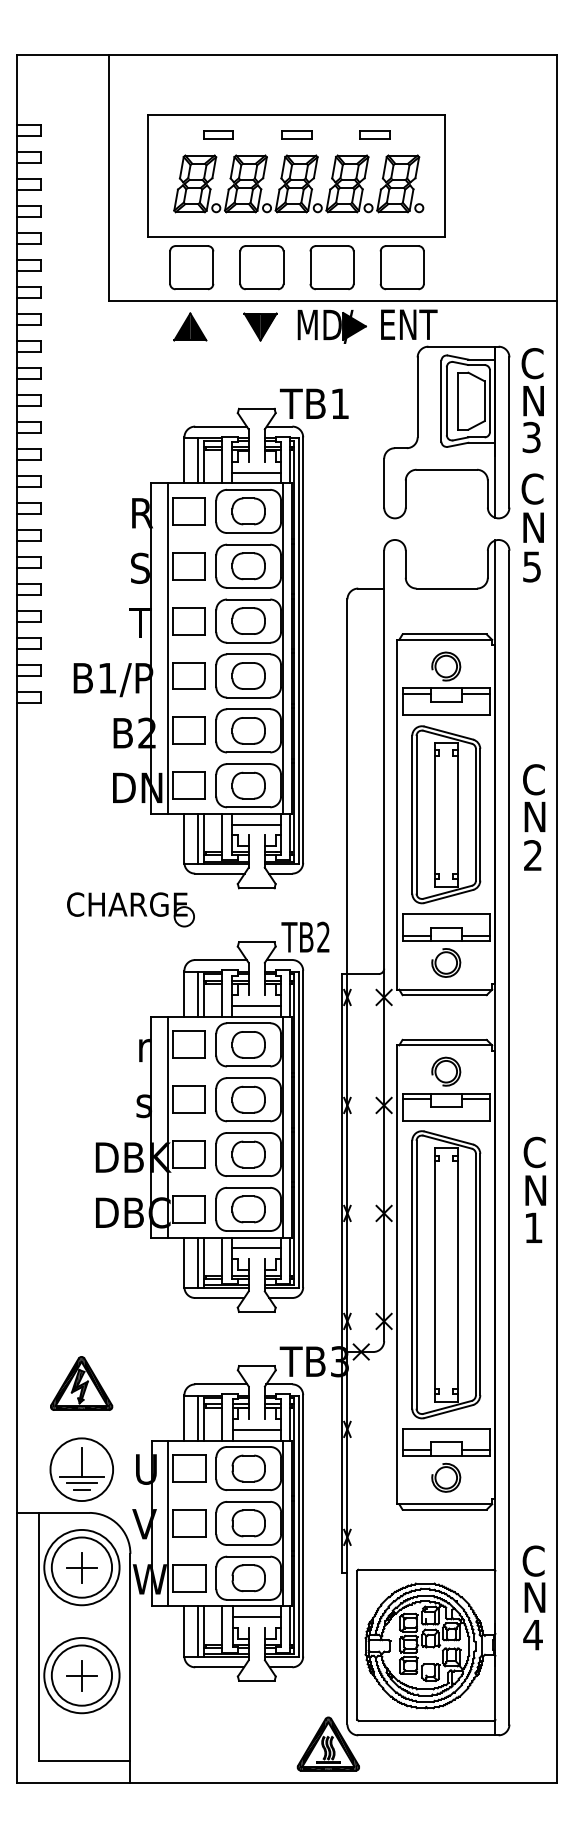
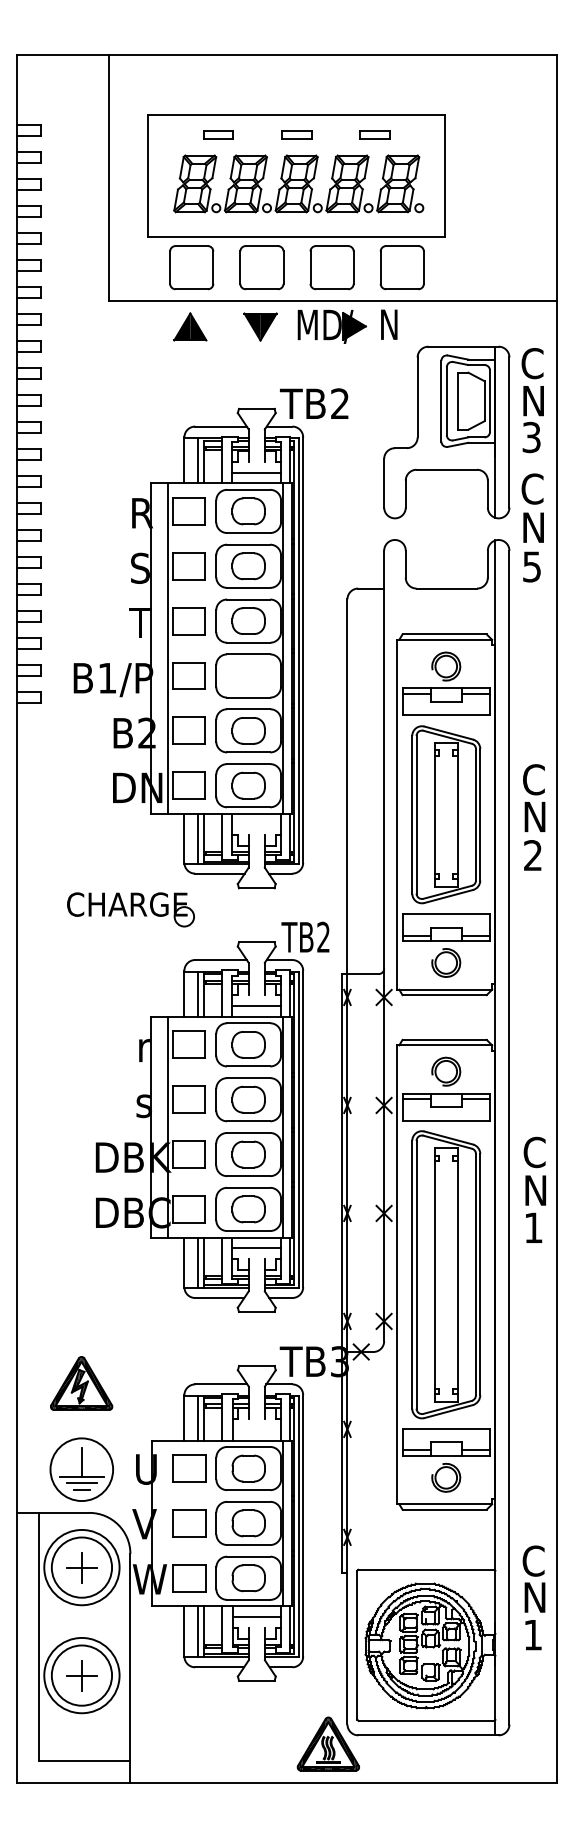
text at (410, 324): ENT -> N
text at (339, 403): TB1 -> TB2
part at (248, 675): present -> none
line at (256, 824): present -> none
line at (256, 1429): present -> none
line at (167, 1523): present -> none
text at (532, 1635): 4 -> 1
